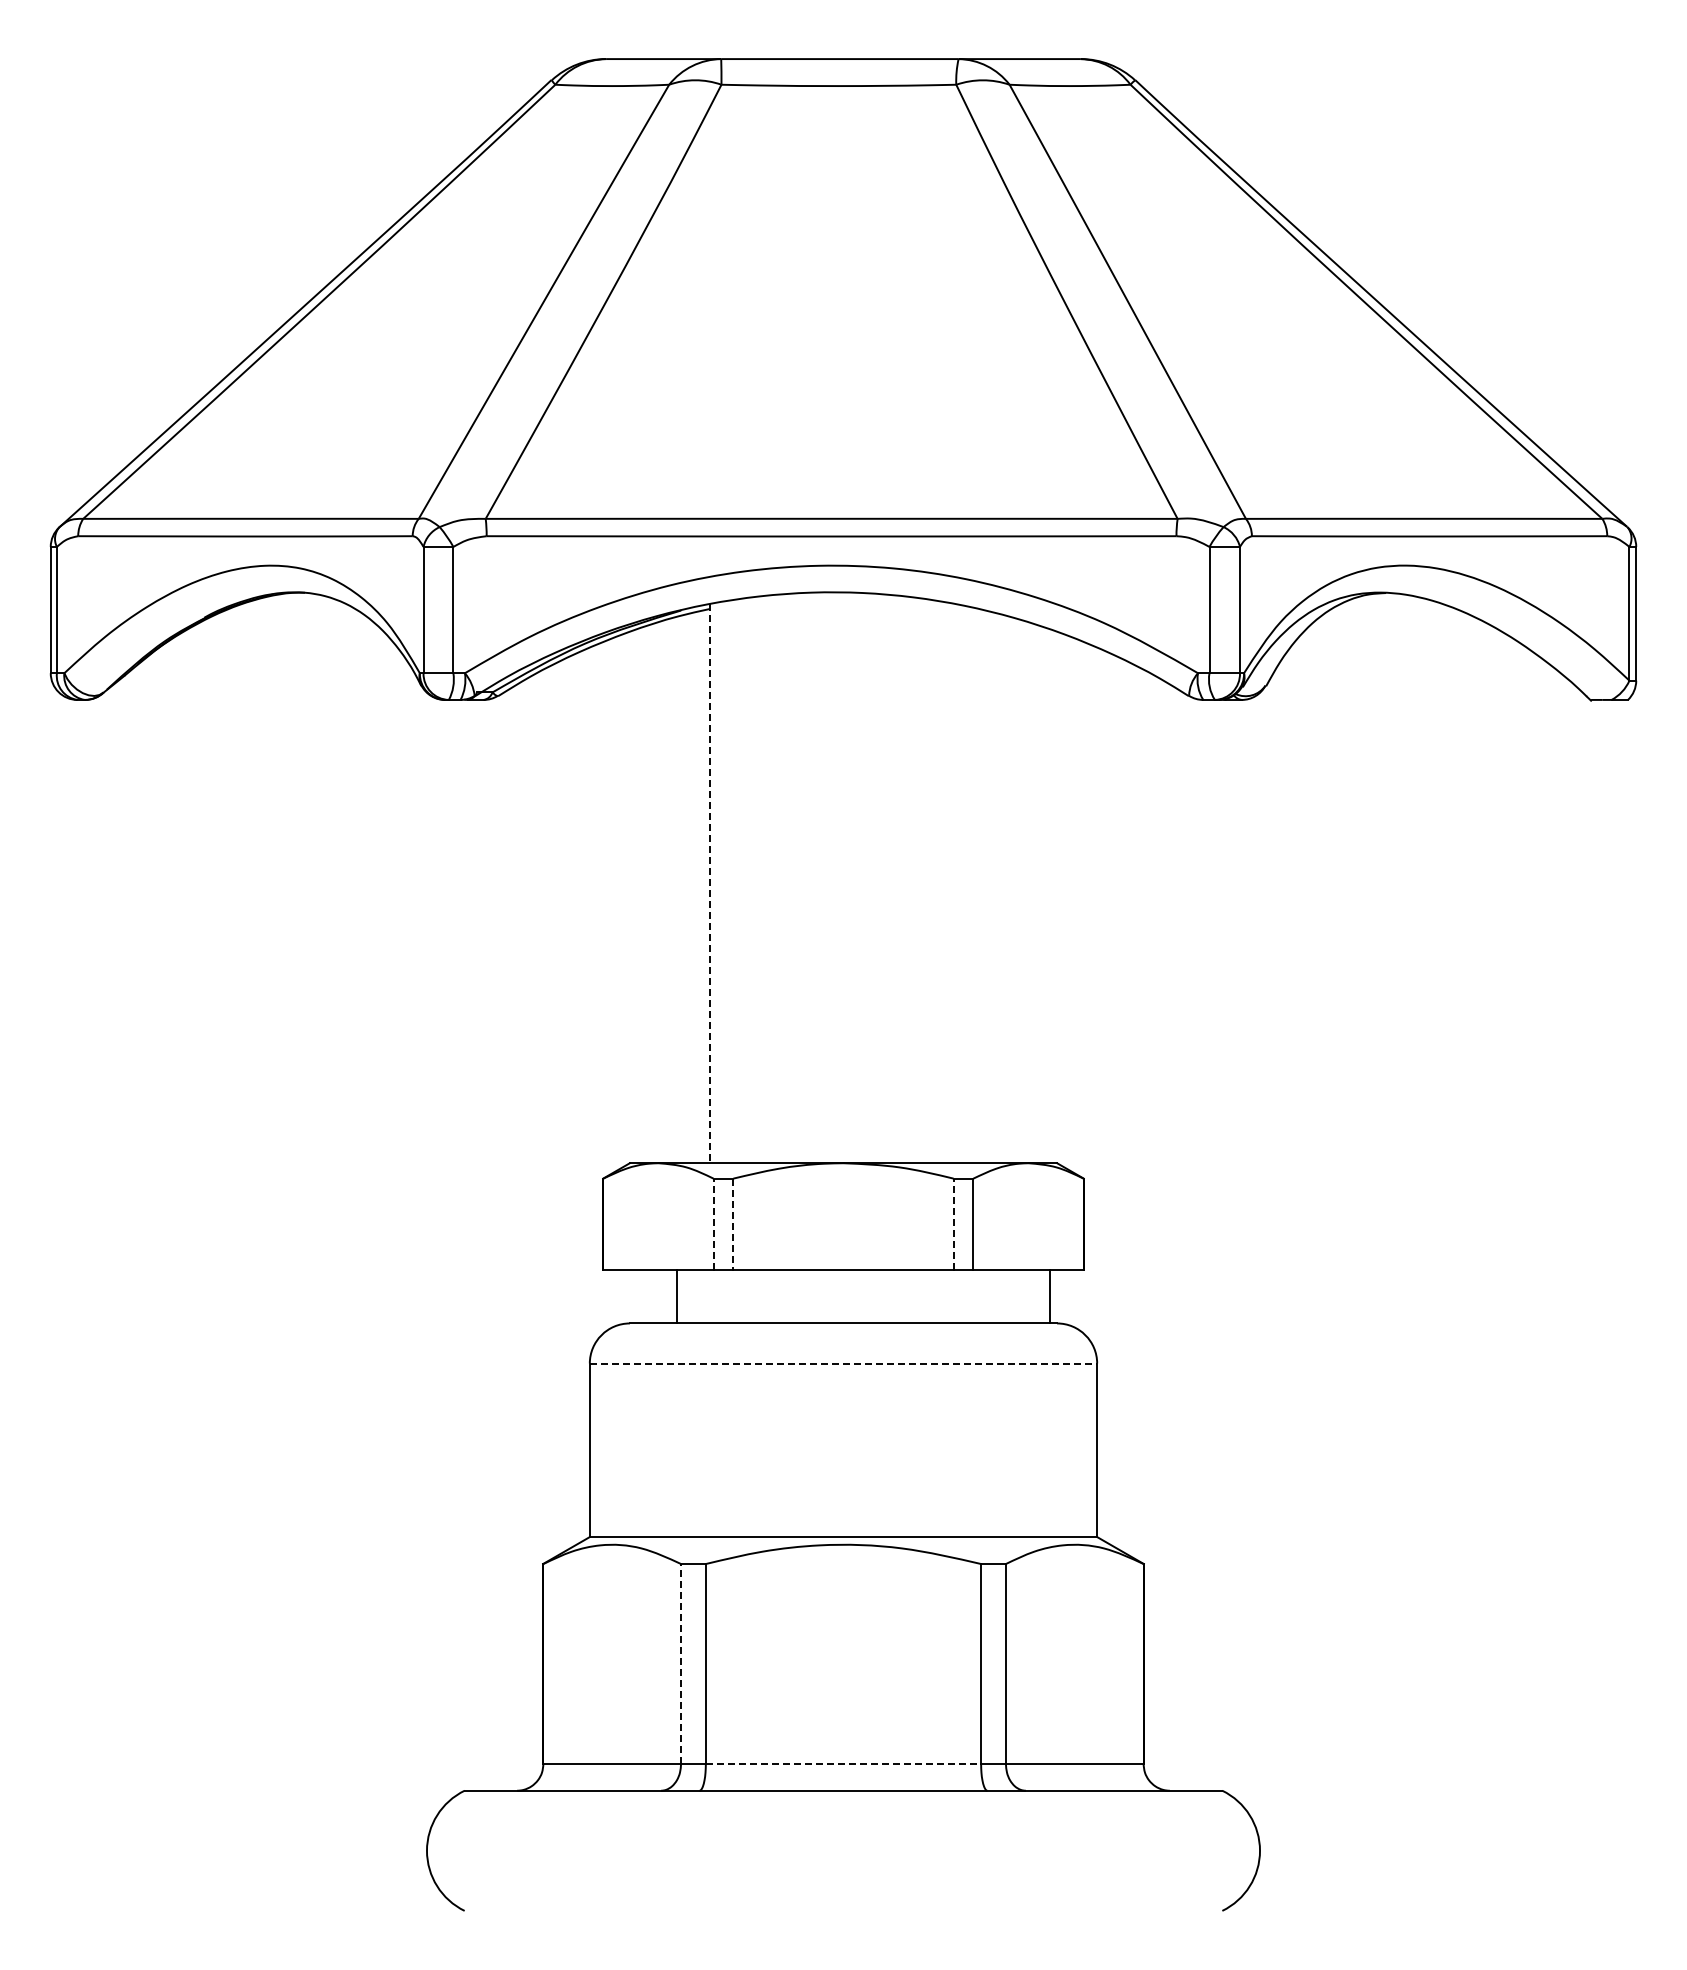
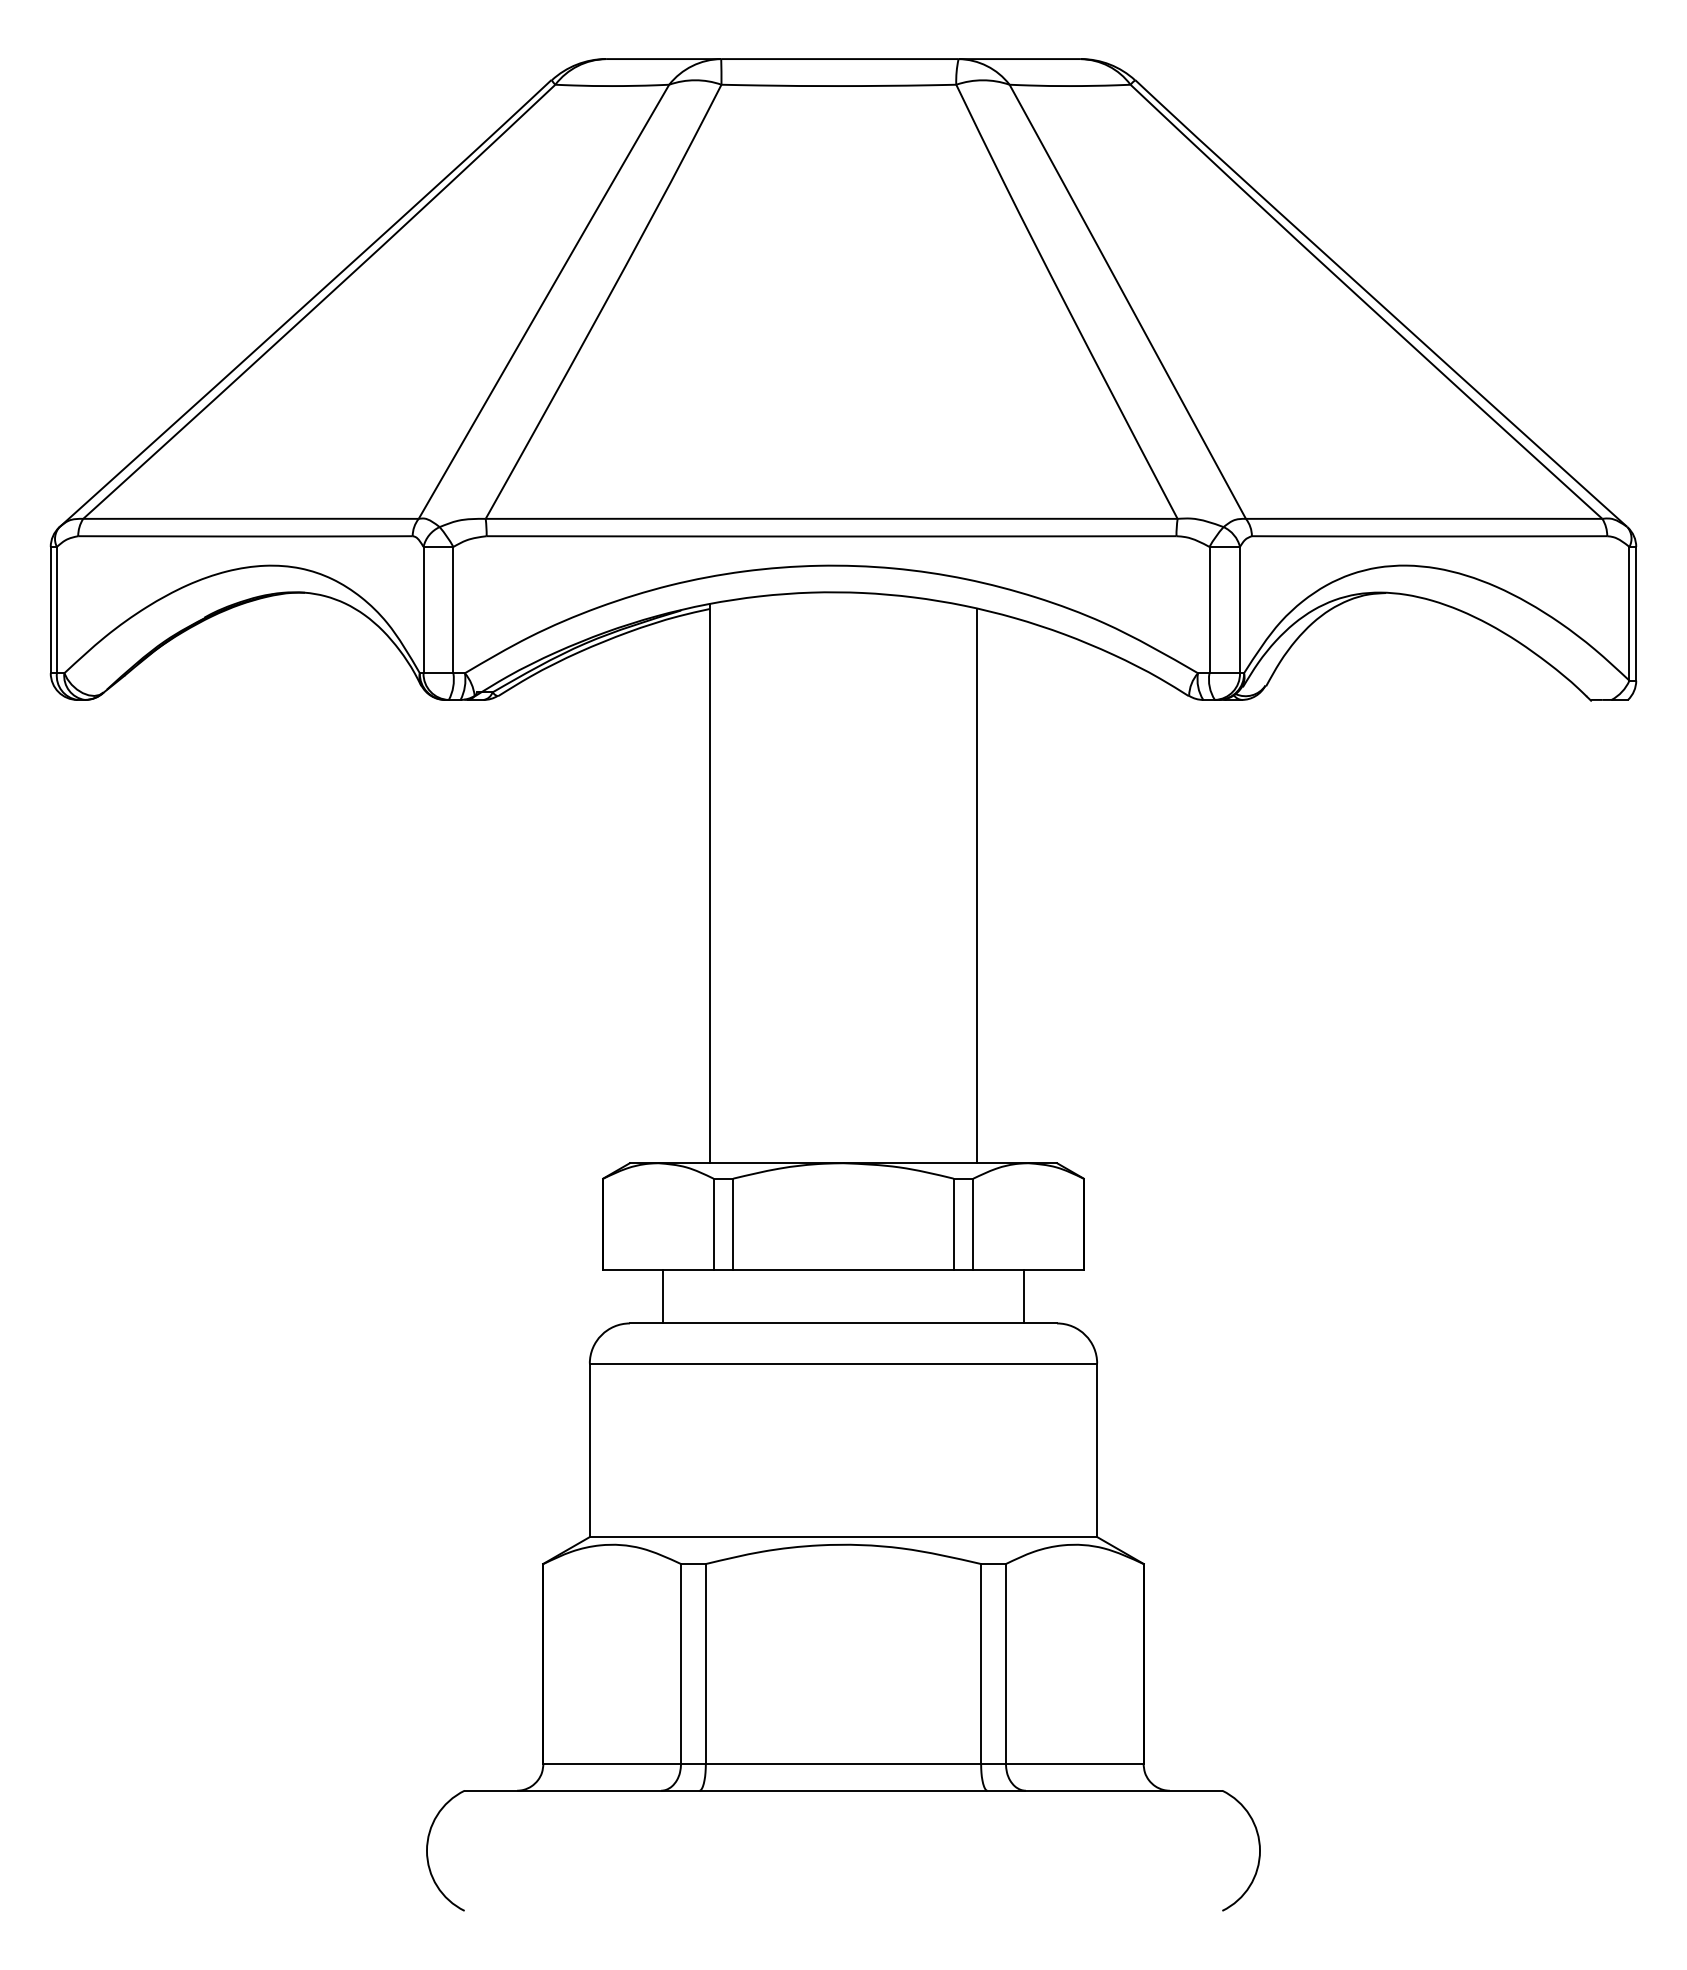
line at (709, 883): dashed -> solid
line at (977, 885): none -> present
line at (713, 1224): dashed -> solid
line at (733, 1224): dashed -> solid
line at (953, 1224): dashed -> solid
line at (676, 1296) position: (676, 1296) -> (662, 1296)
line at (1050, 1296) position: (1050, 1296) -> (1024, 1296)
line at (843, 1363): dashed -> solid
line at (681, 1664): dashed -> solid
line at (843, 1764): dashed -> solid
